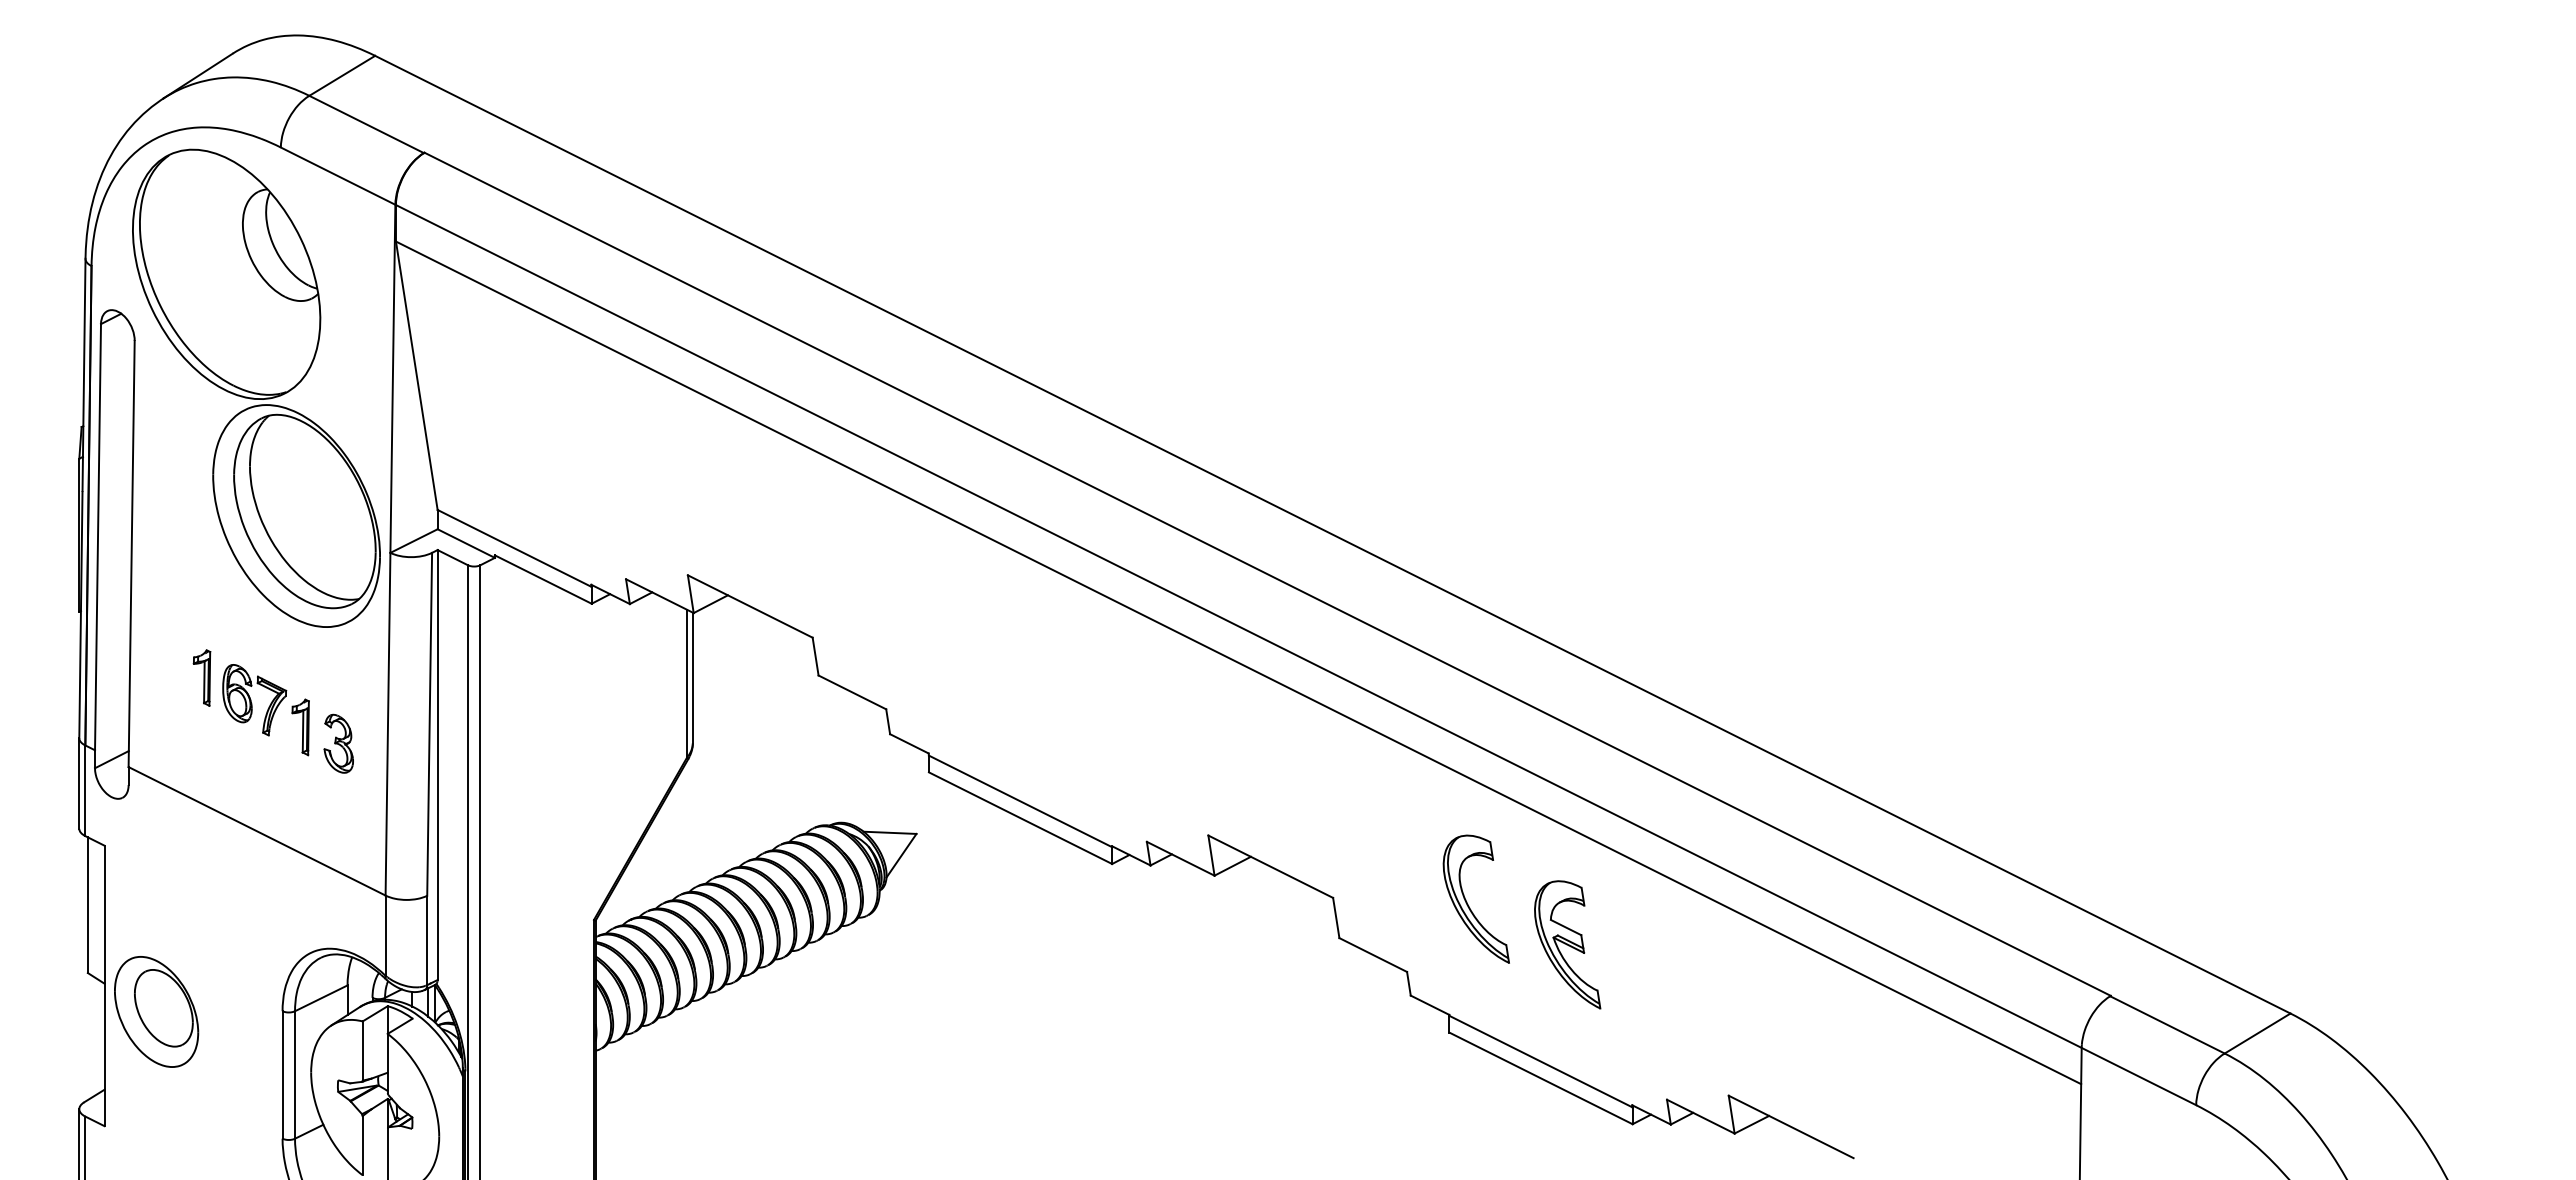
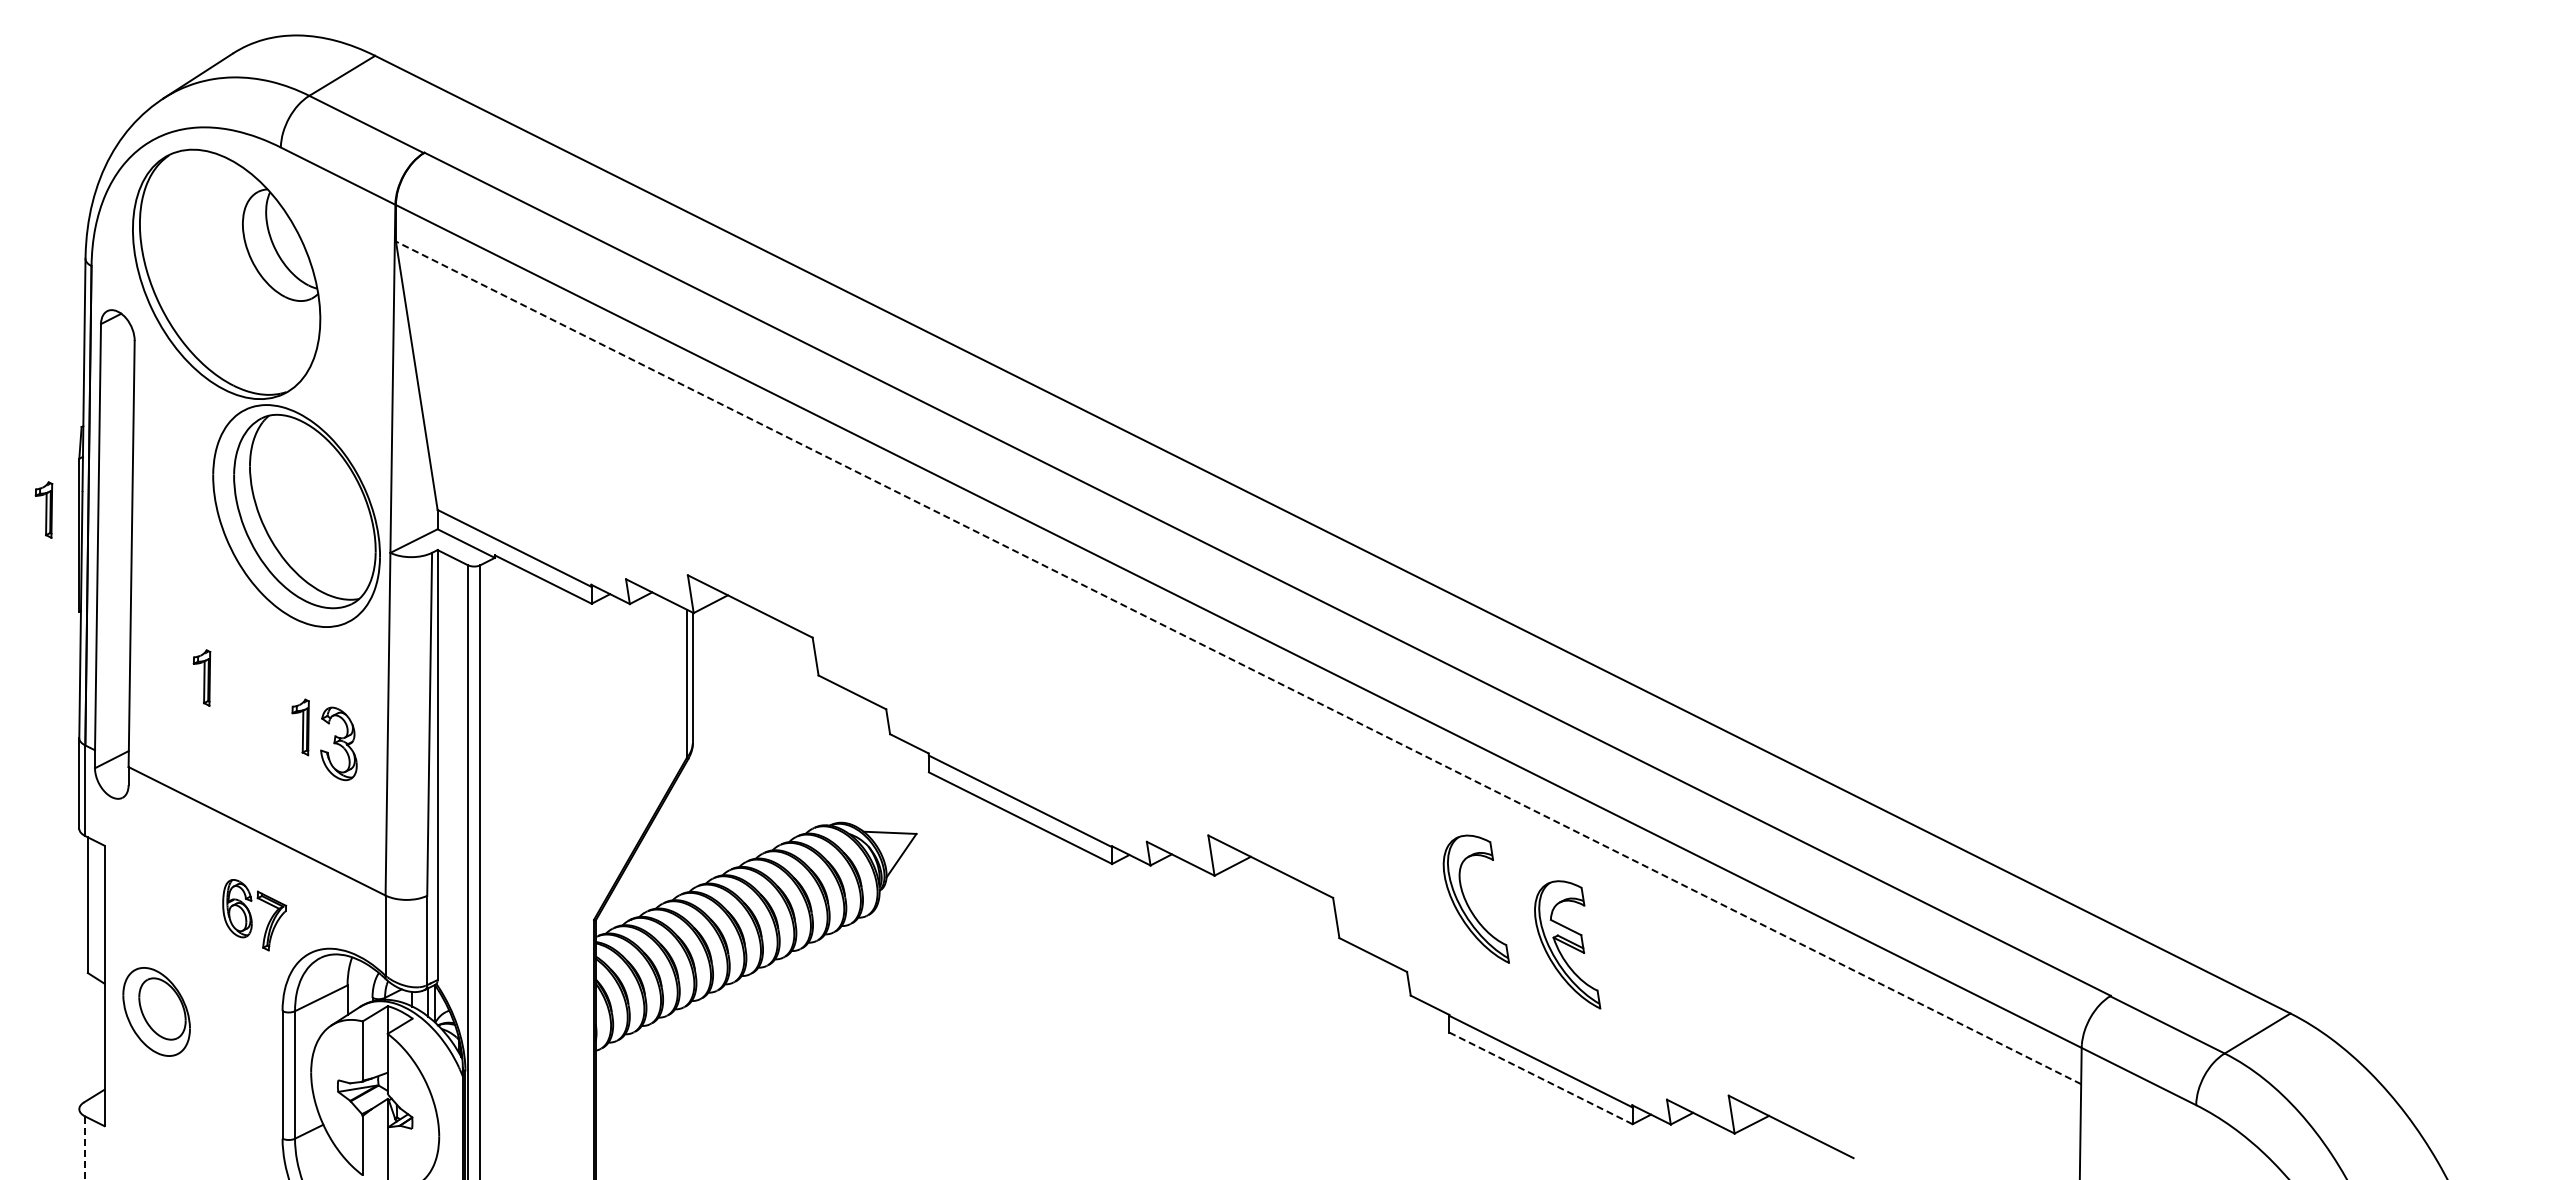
part at (43, 509): none -> present
line at (1238, 662): solid -> dashed
part at (254, 700) position: (254, 700) -> (254, 915)
part at (338, 743) size: 31x61 px -> 38x76 px
part at (156, 1011) size: 86x112 px -> 69x90 px
line at (1540, 1078): solid -> dashed
line at (79, 1142): present -> none
line at (85, 1148): solid -> dashed
